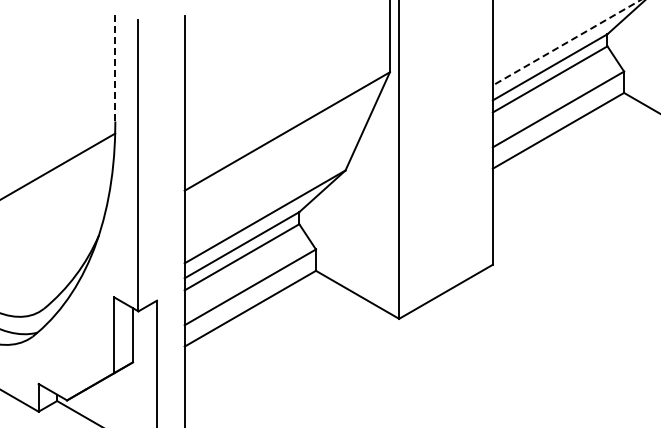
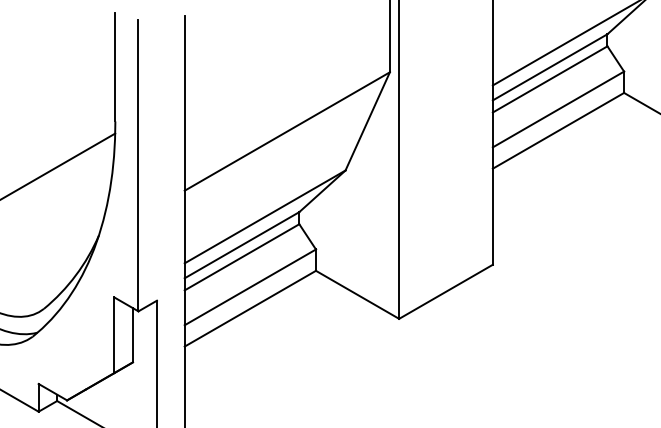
line at (566, 43): dashed -> solid
line at (115, 66): dashed -> solid
